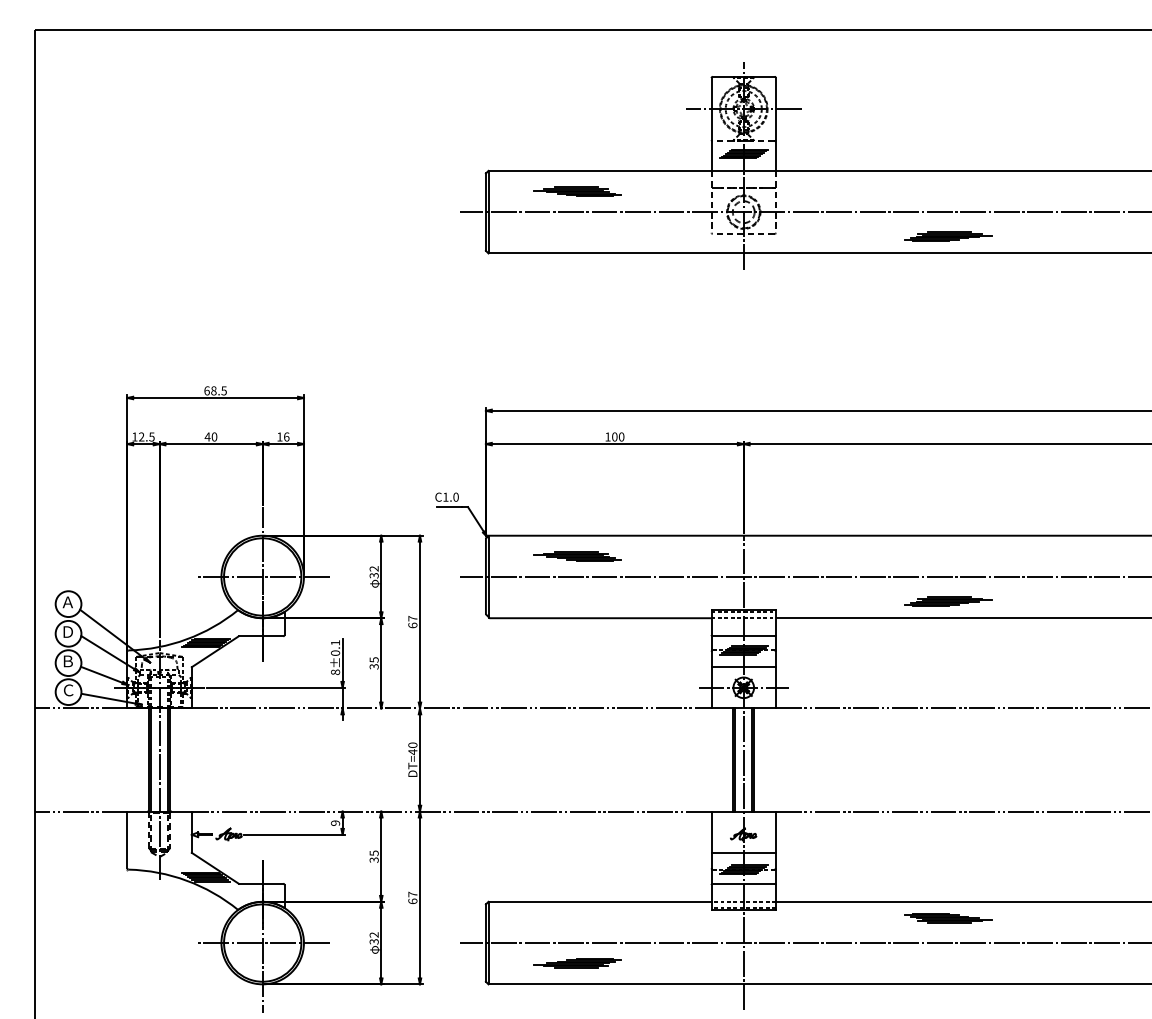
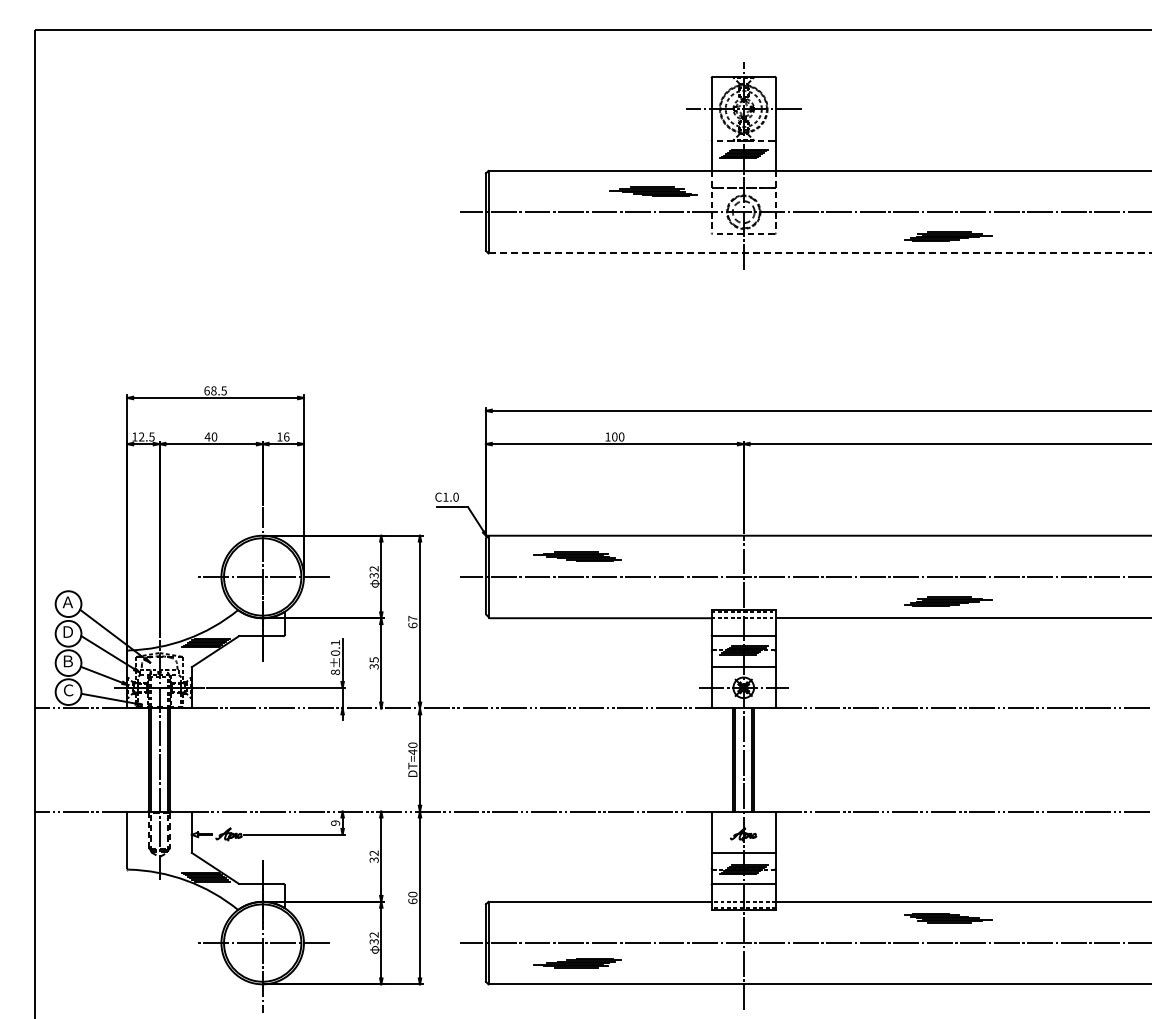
part at (577, 191) position: (577, 191) -> (653, 191)
line at (820, 253): solid -> dashed
text at (373, 853): 35 -> 32
text at (412, 894): 67 -> 60
